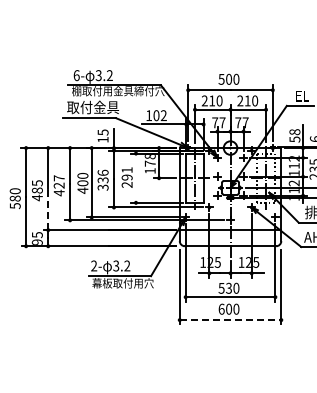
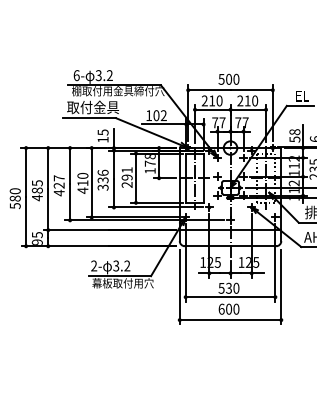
line at (136, 177): none -> present
text at (82, 183): 400 -> 410
line at (48, 209): dashed -> solid
line at (230, 320): dashed -> solid
